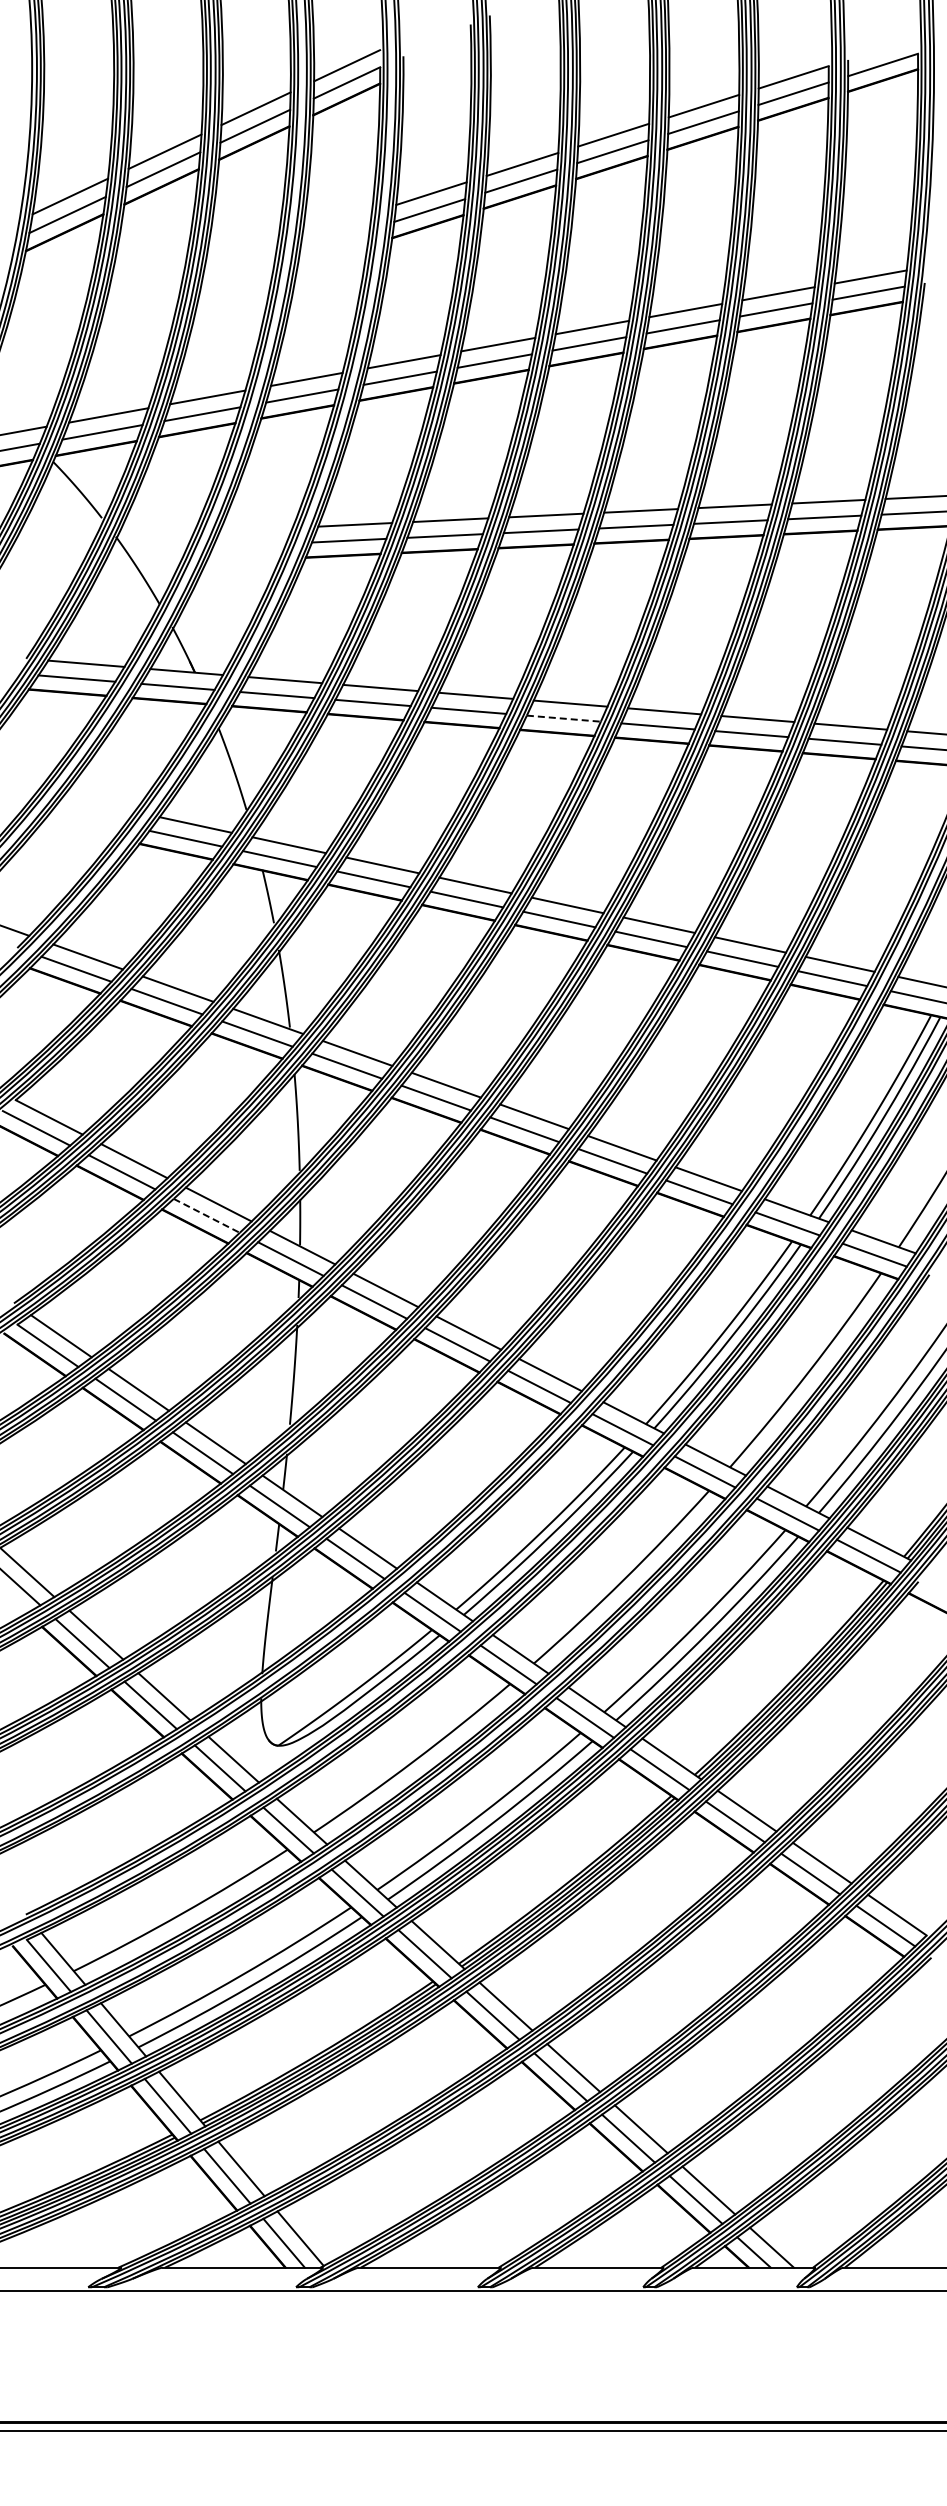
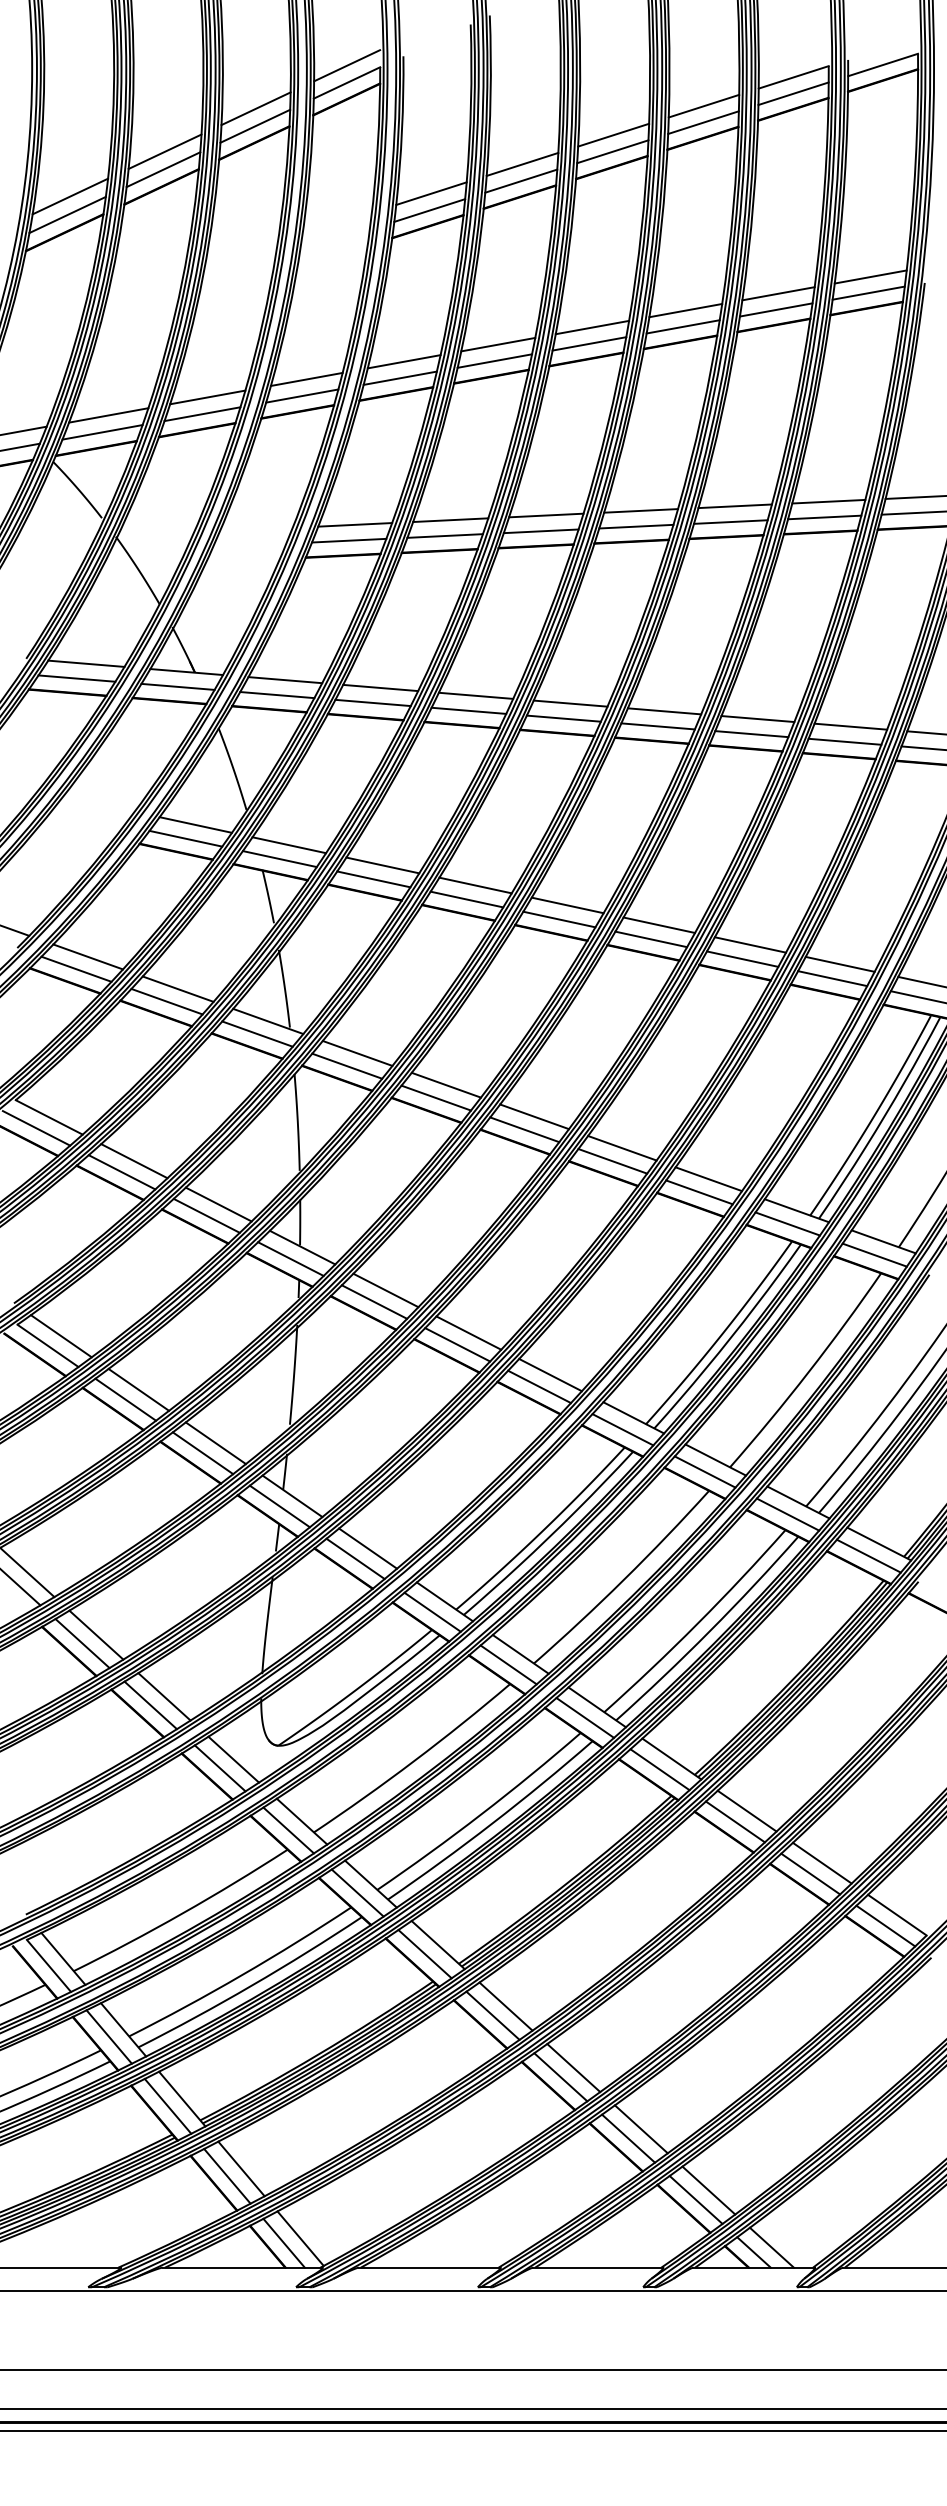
line at (564, 718): dashed -> solid
line at (207, 1216): dashed -> solid
line at (472, 2370): none -> present
line at (472, 2409): none -> present
